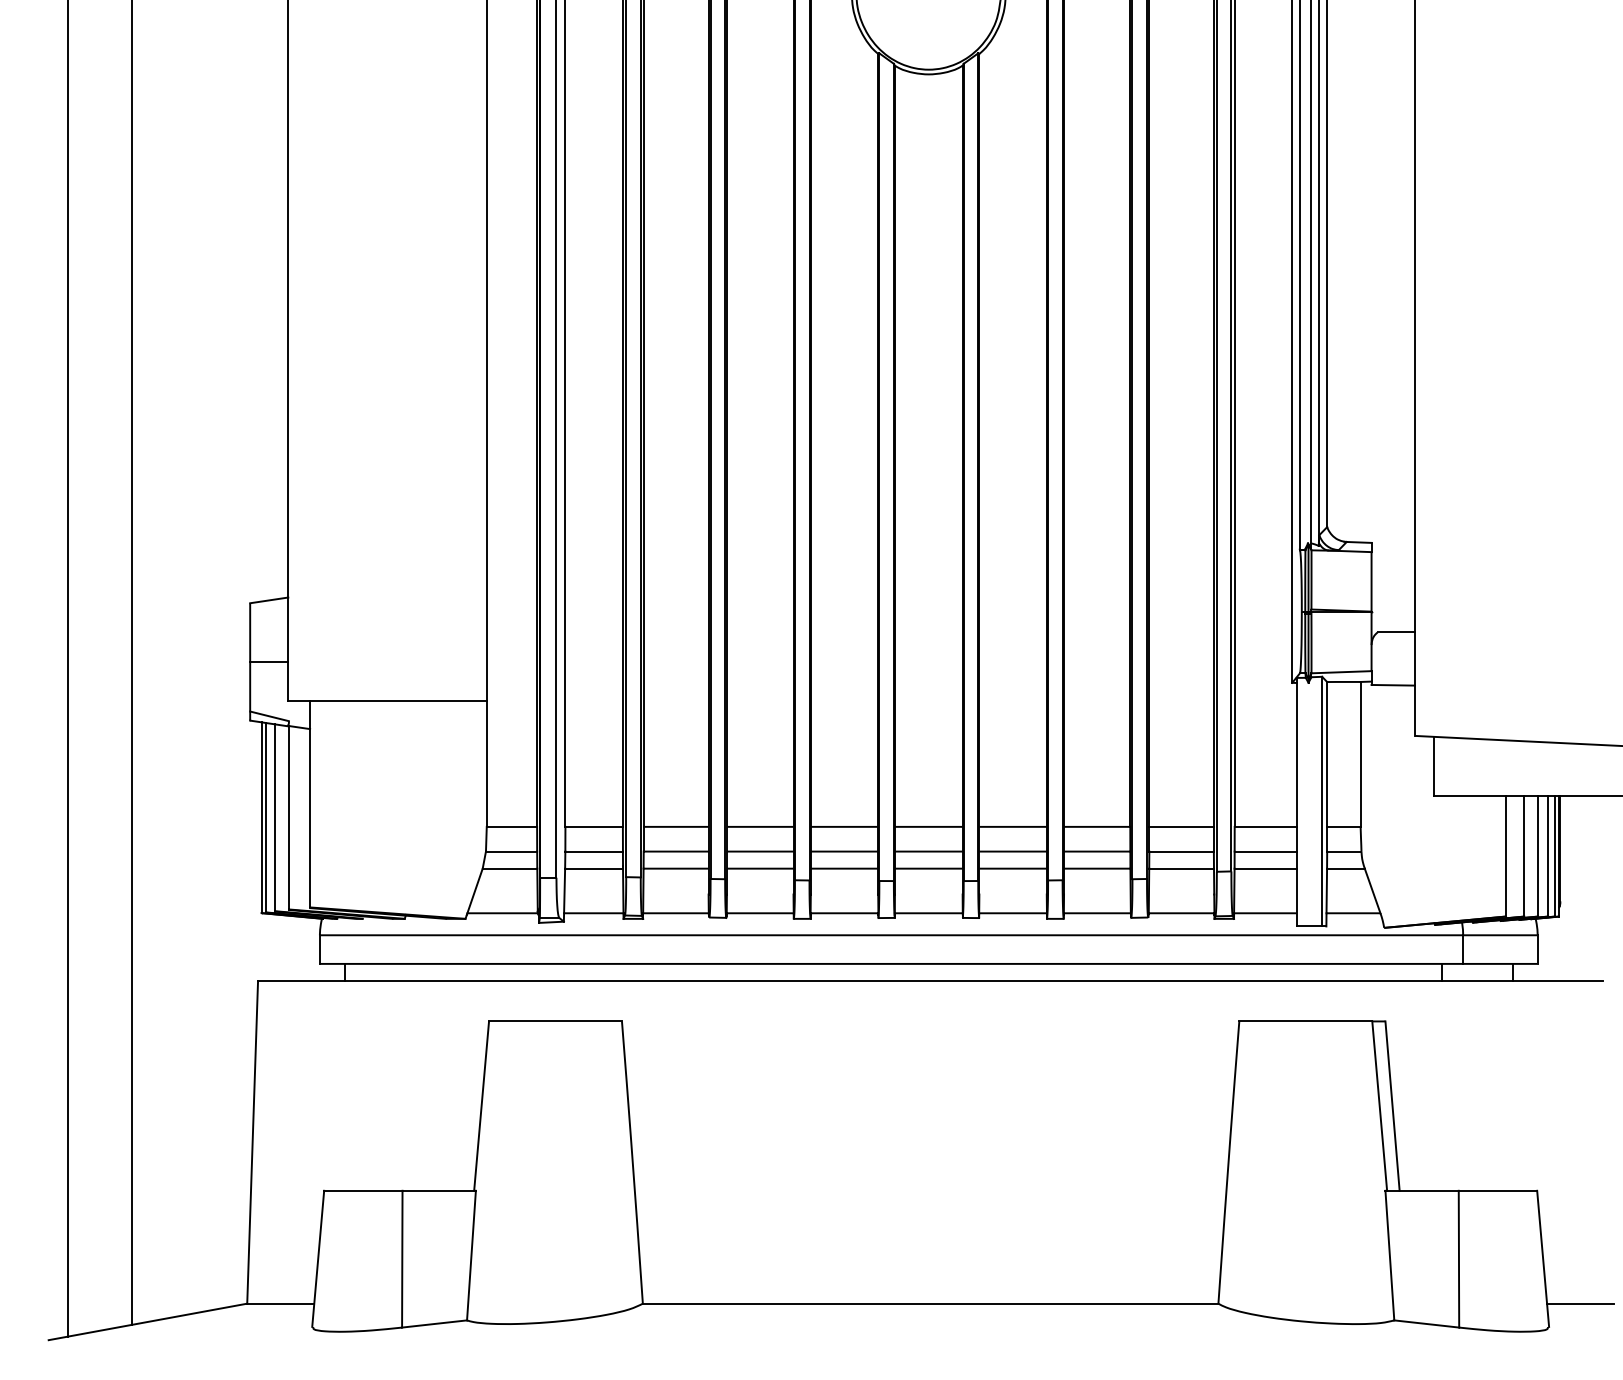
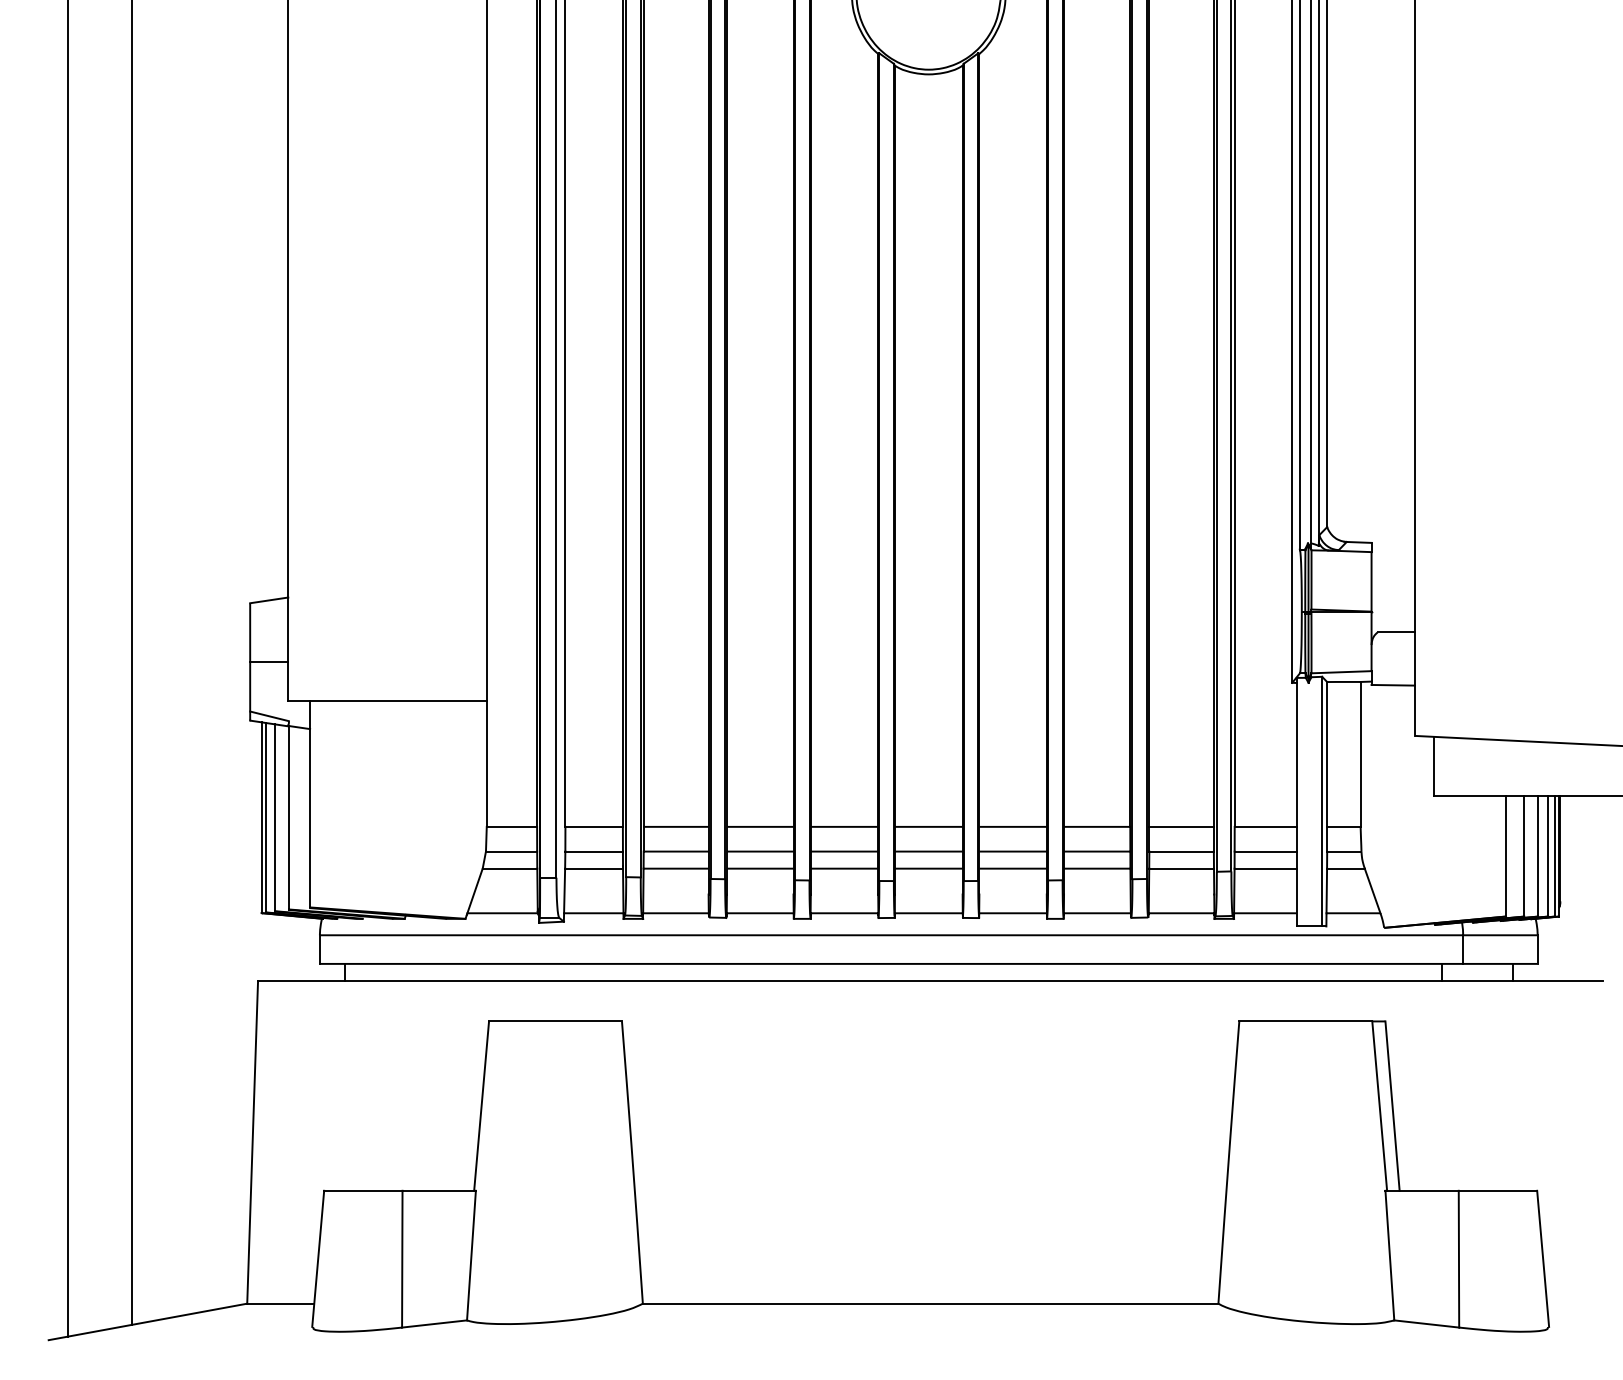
line at (1580, 1303): present -> none
